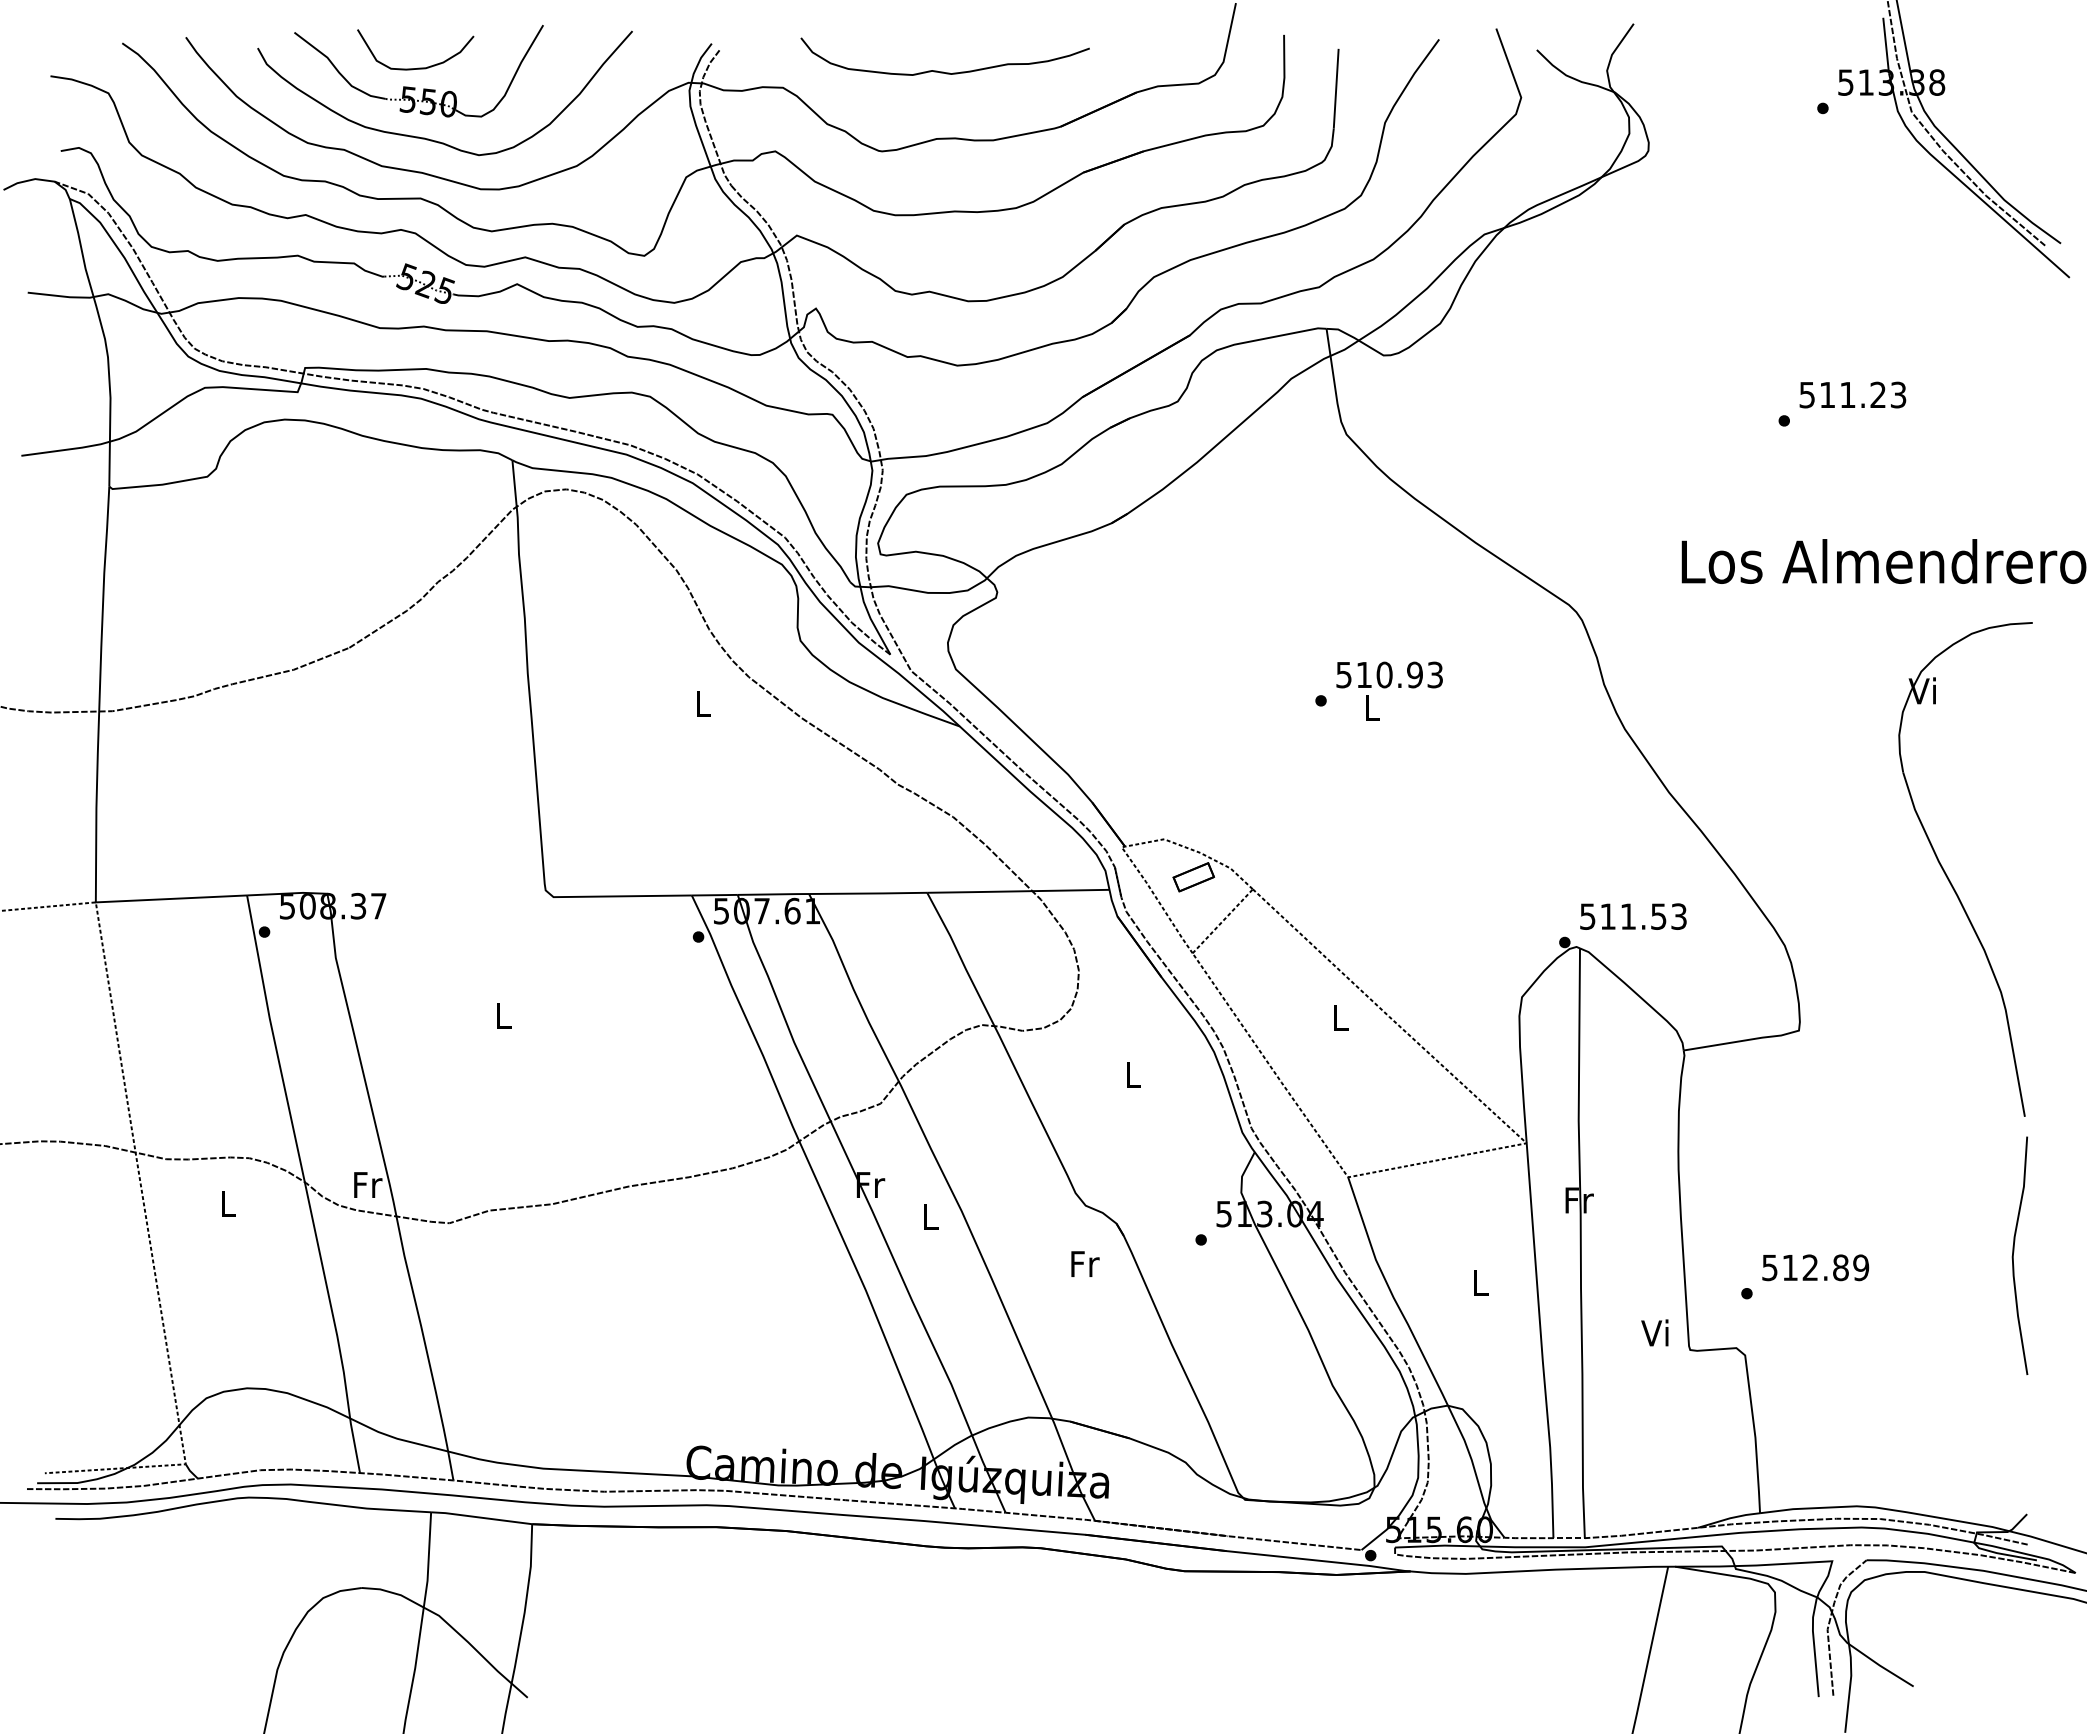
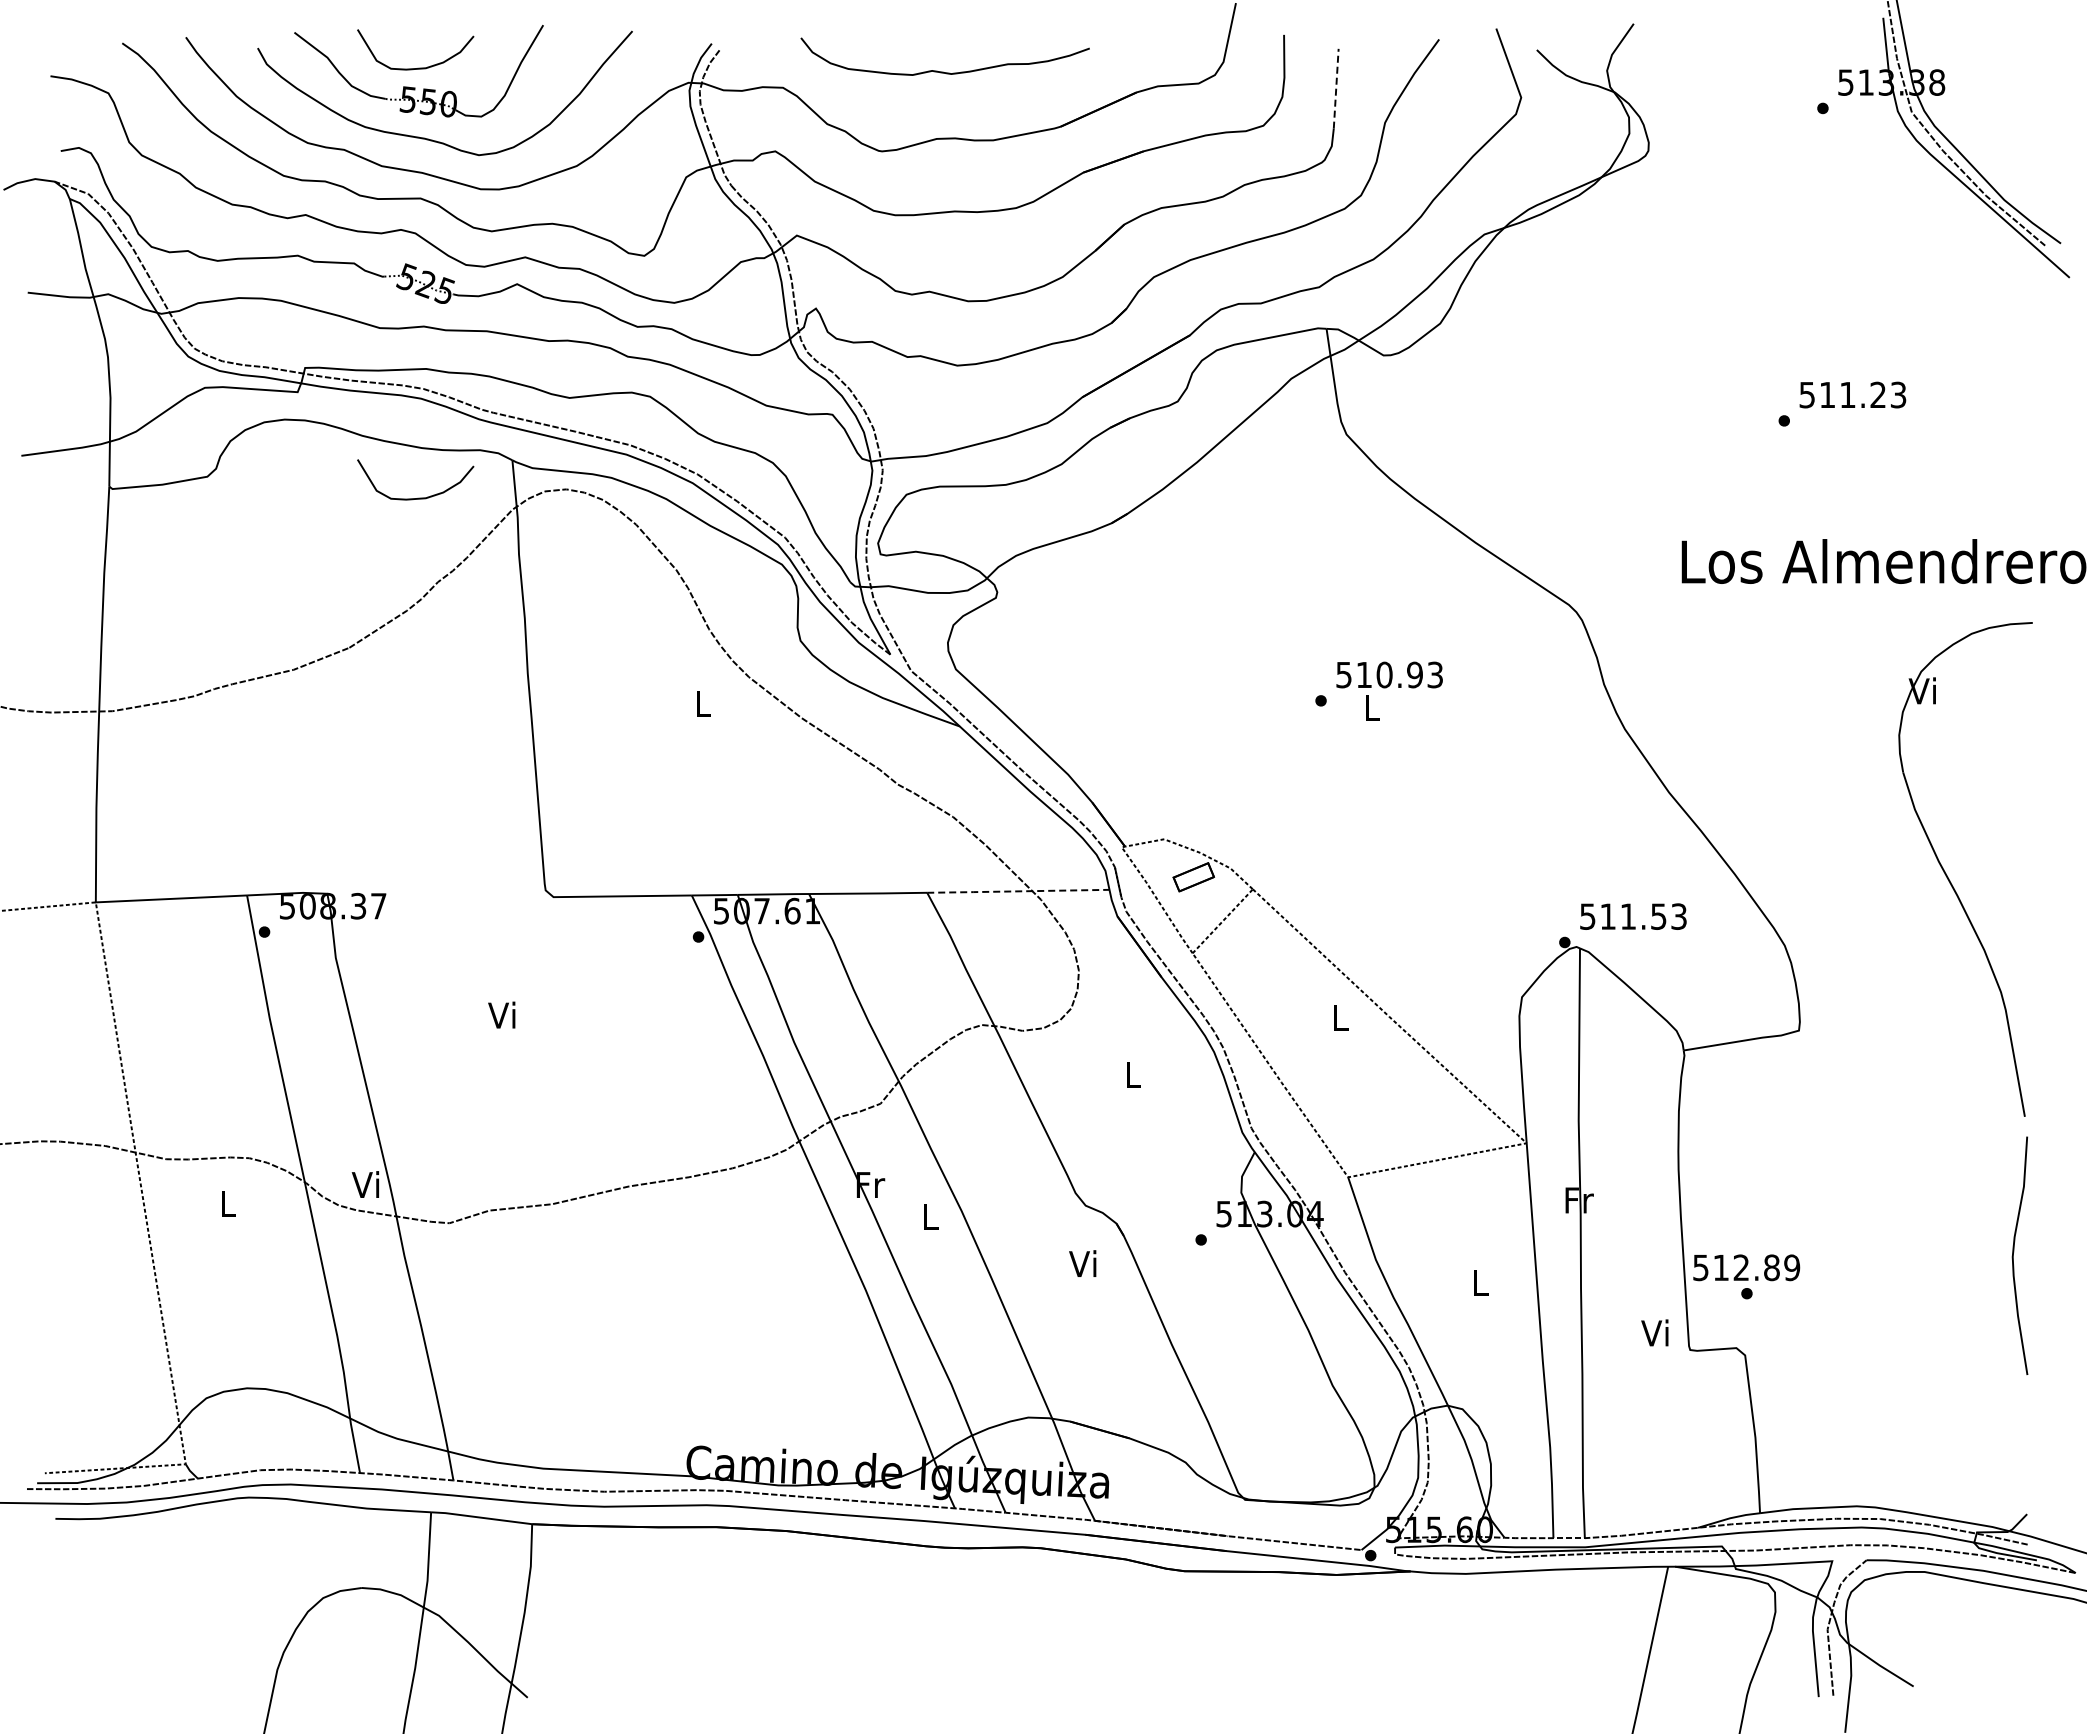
line at (1336, 88): solid -> dashed
curve at (418, 497): none -> present
line at (1017, 891): solid -> dashed
text at (501, 1014): L -> Vi
text at (366, 1184): Fr -> Vi
text at (1084, 1263): Fr -> Vi
text at (1815, 1267) position: (1815, 1267) -> (1746, 1267)
